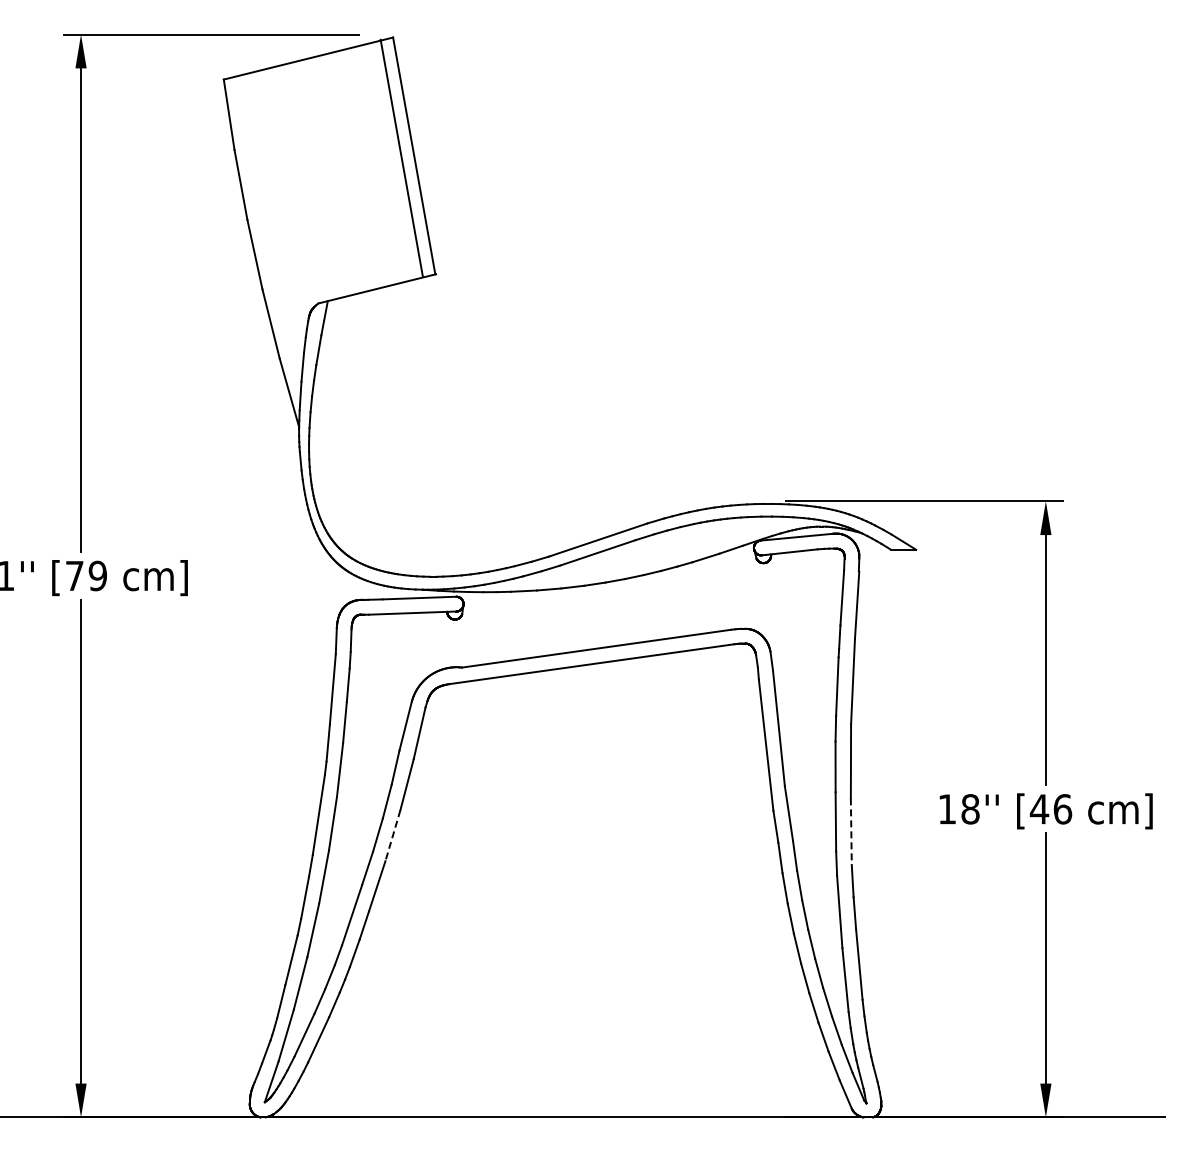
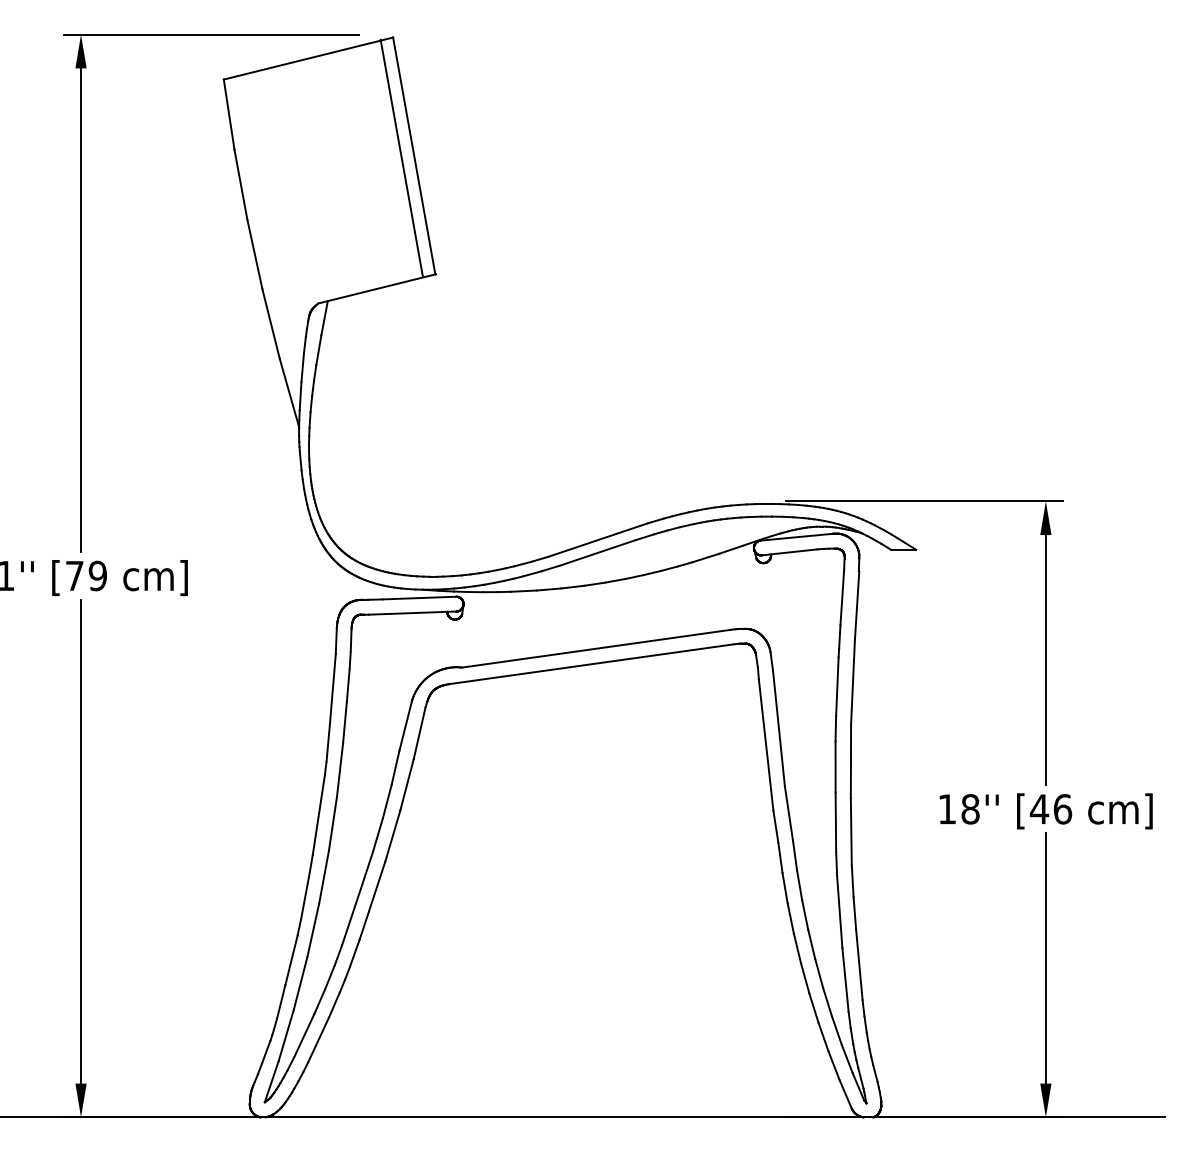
line at (851, 832): dashed -> solid
line at (392, 836): dashed -> solid
